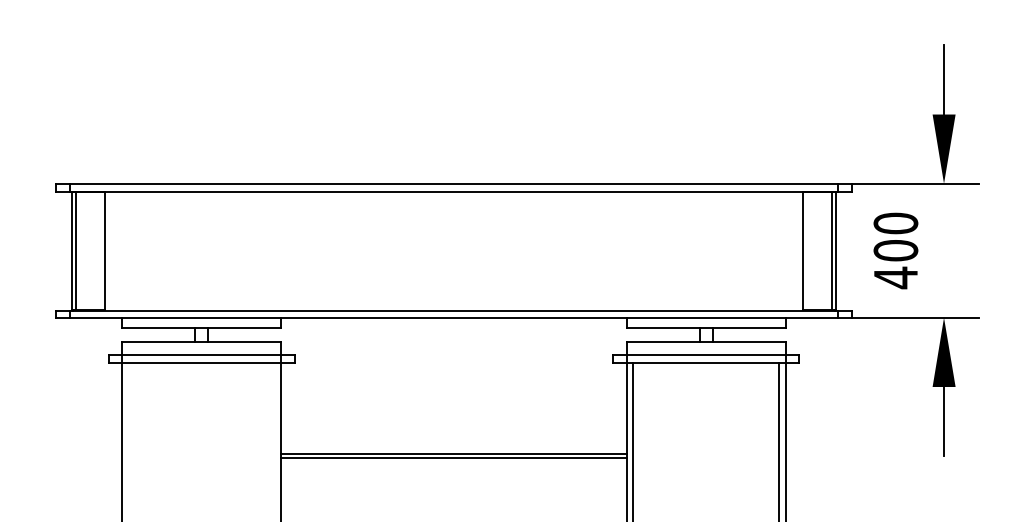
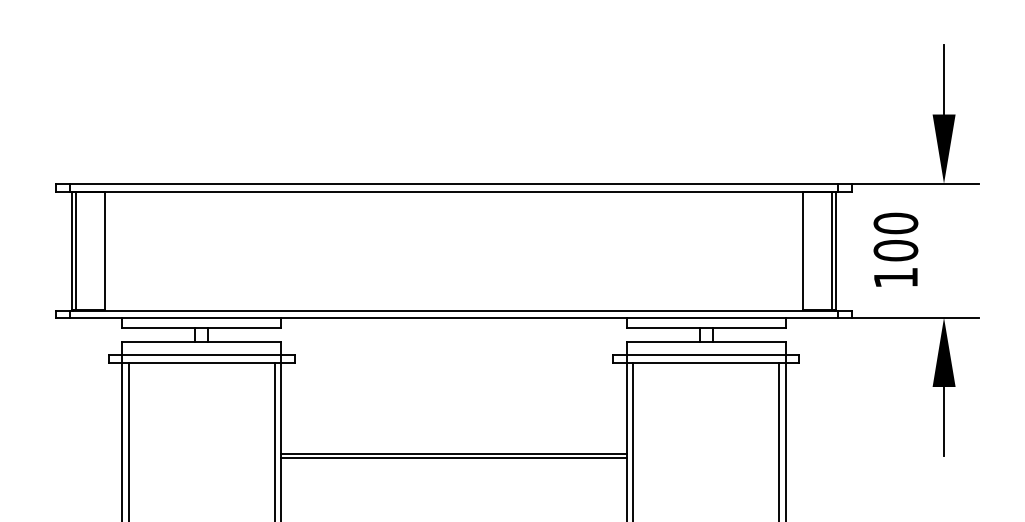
text at (895, 277): 400 -> 100
line at (128, 440): none -> present
line at (274, 440): none -> present
